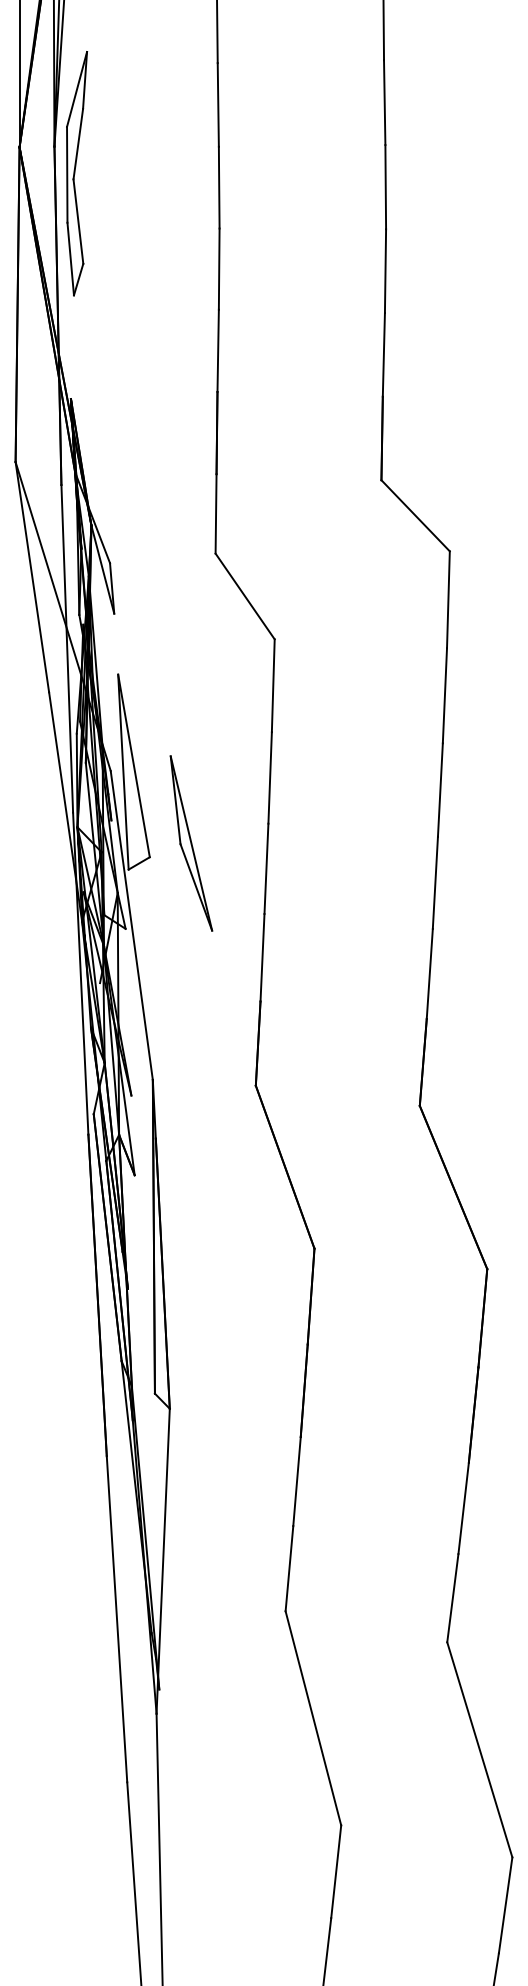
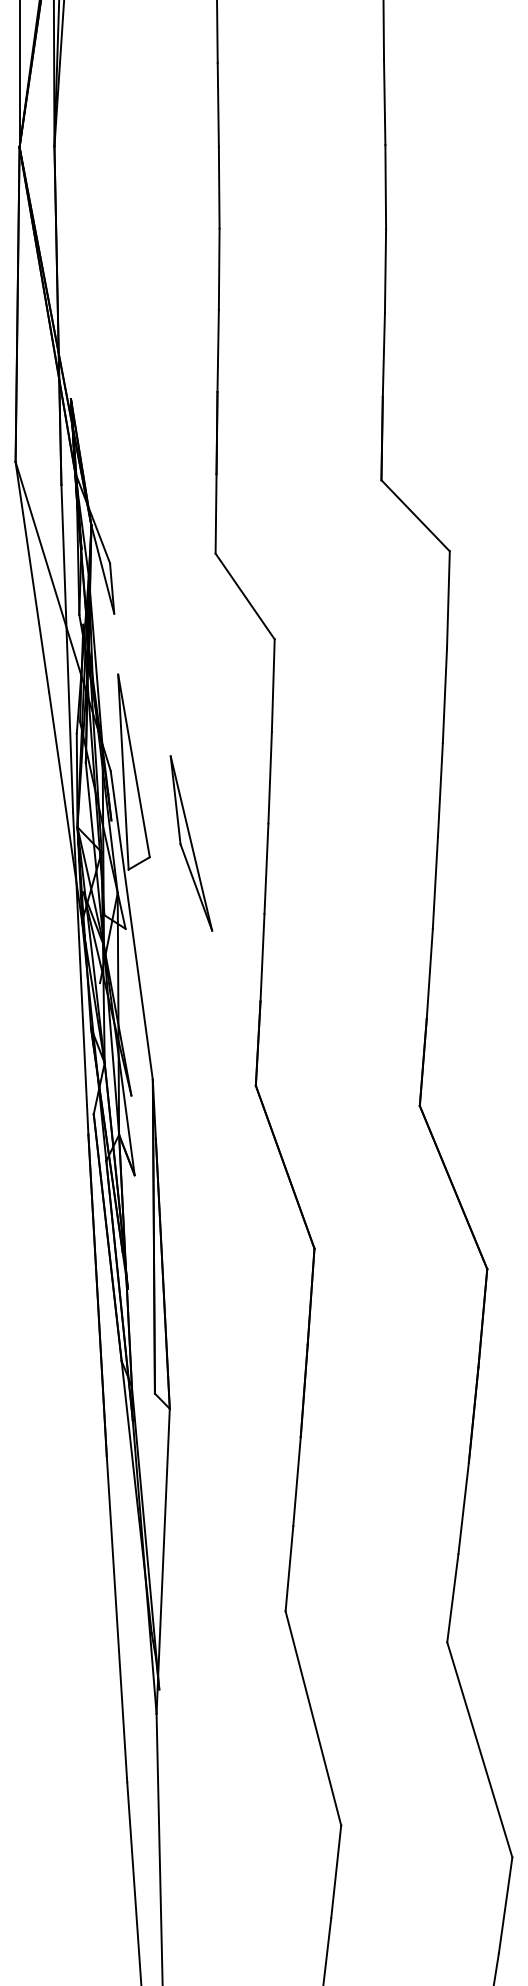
part at (77, 173): present -> none
